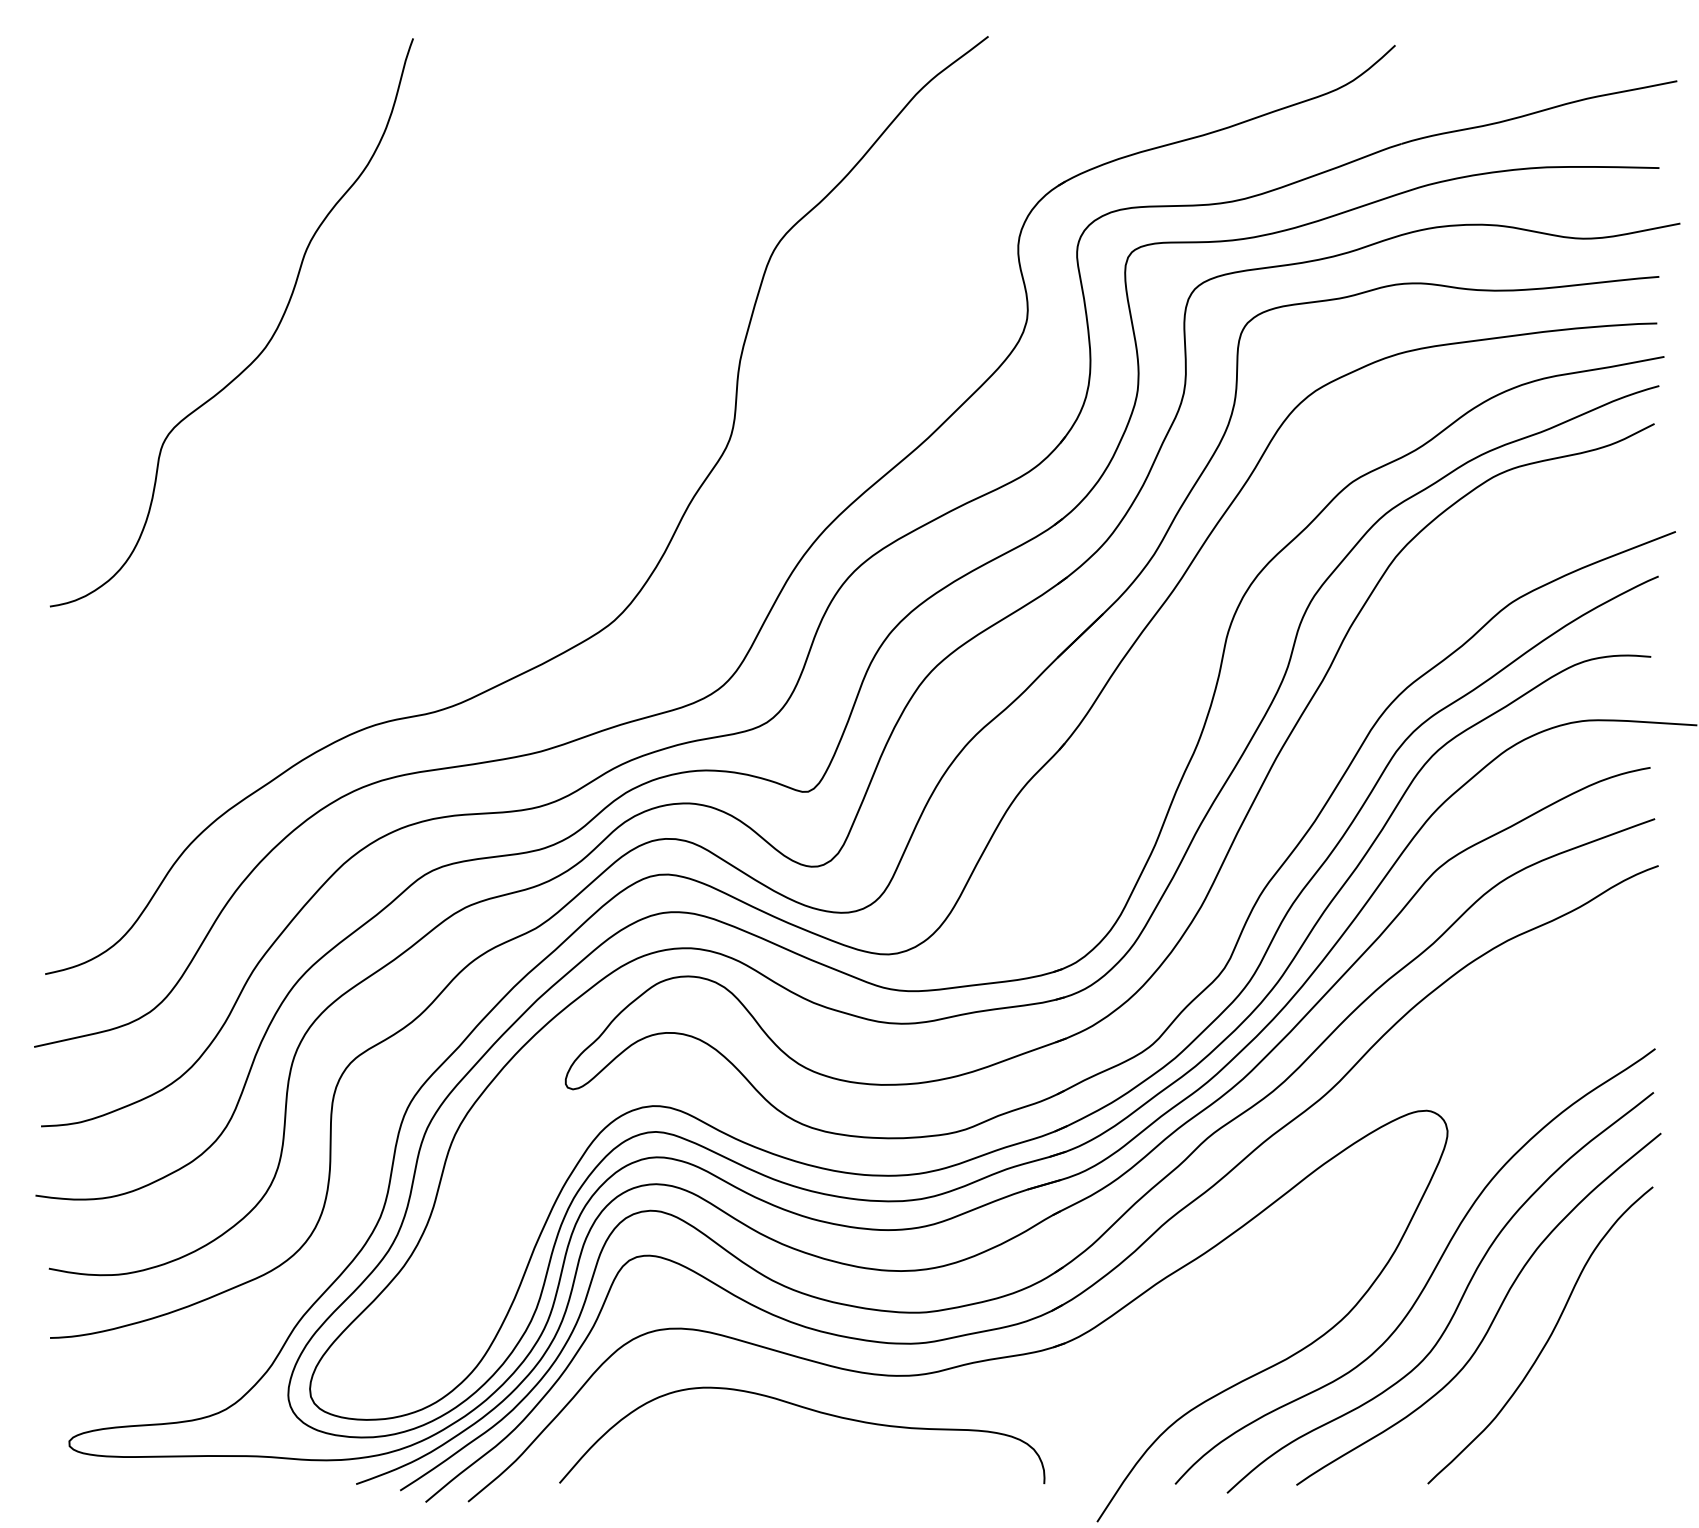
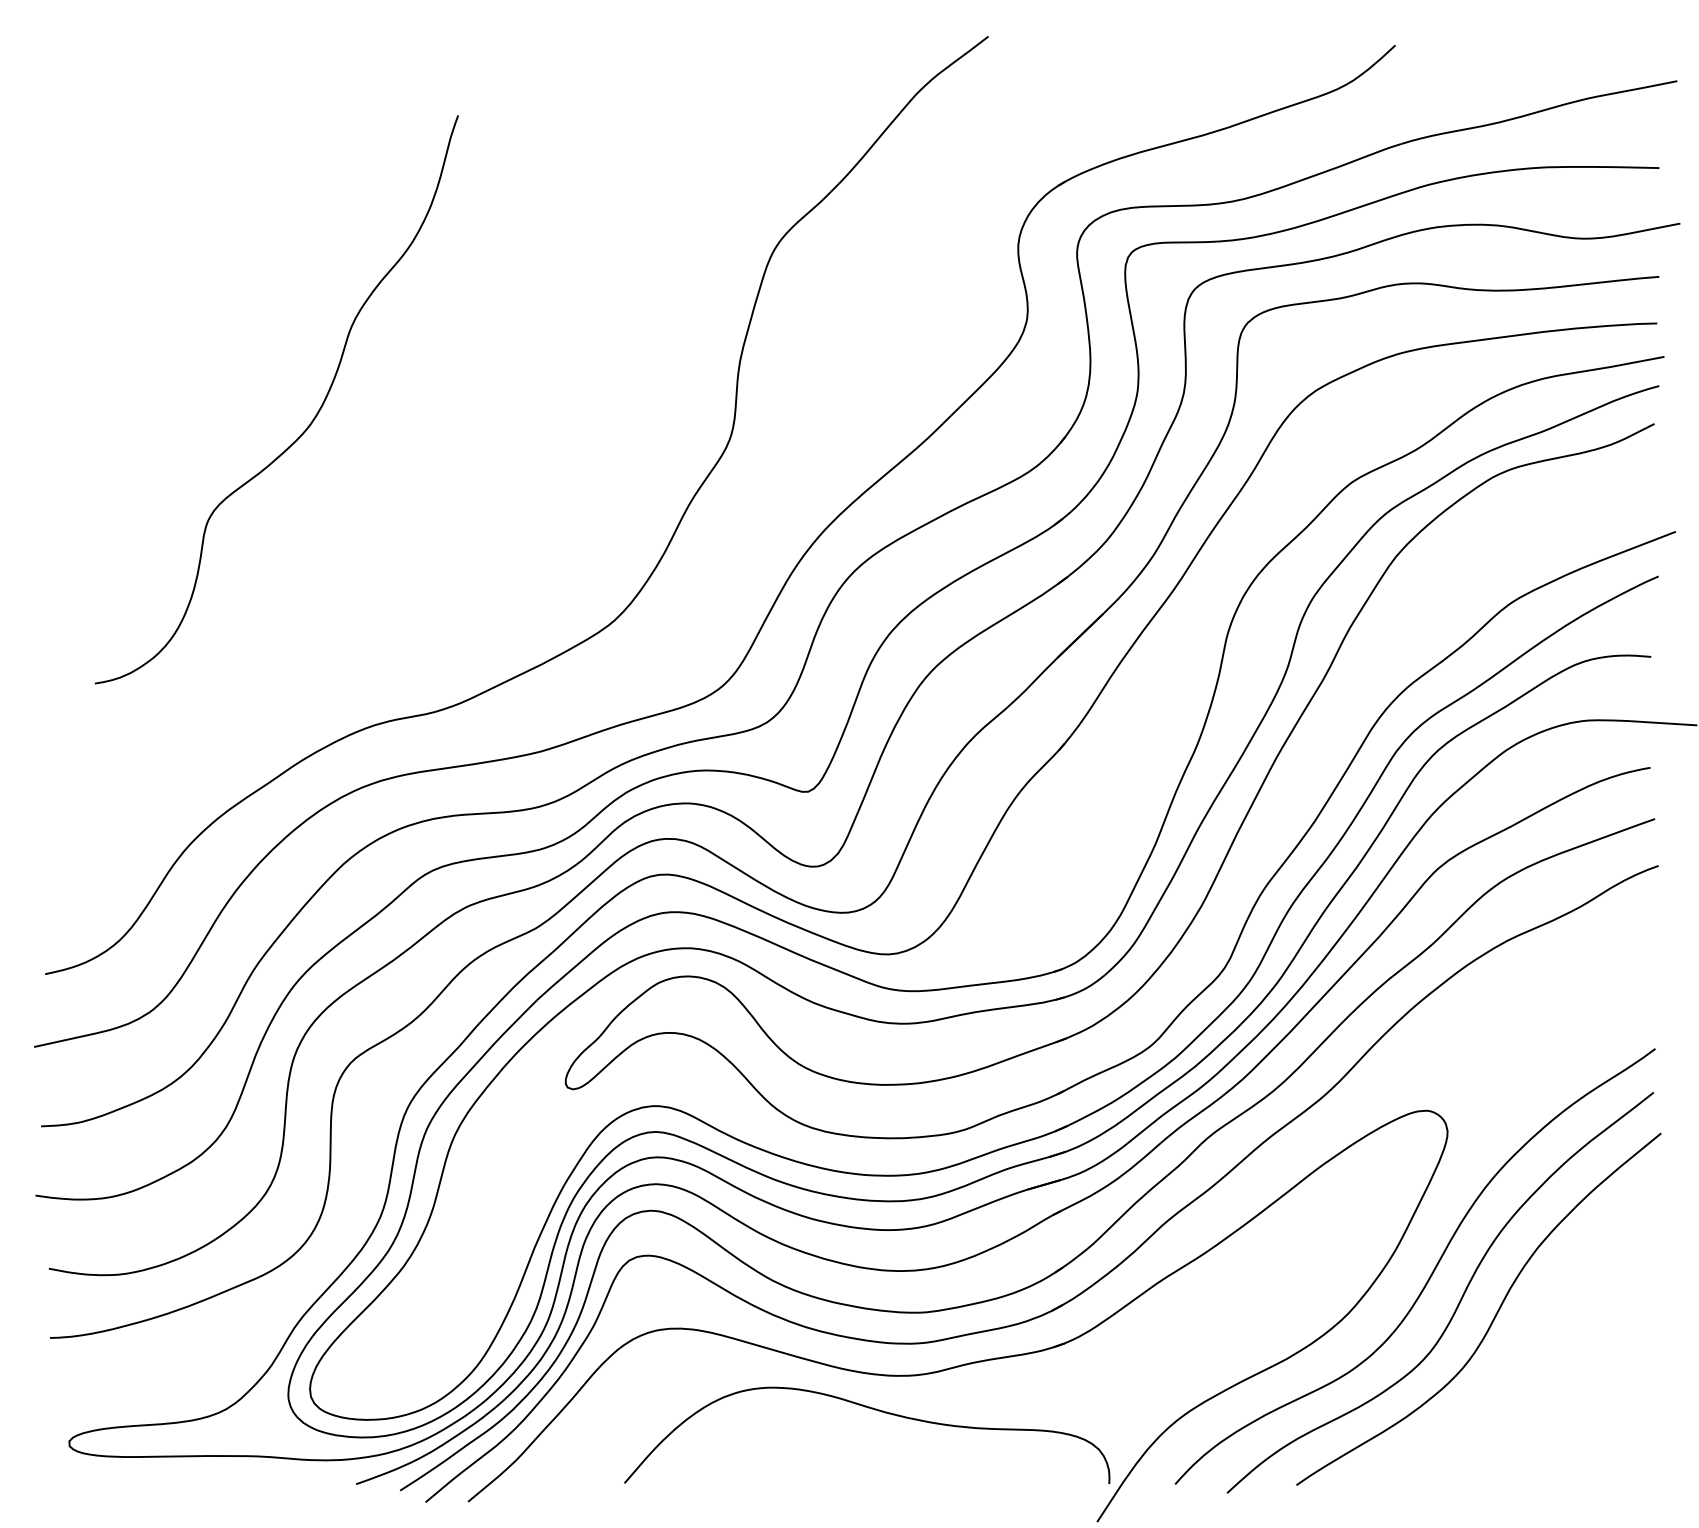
curve at (265, 345) position: (265, 345) -> (310, 422)
curve at (1547, 1339): present -> none
curve at (809, 1410) position: (809, 1410) -> (874, 1410)
